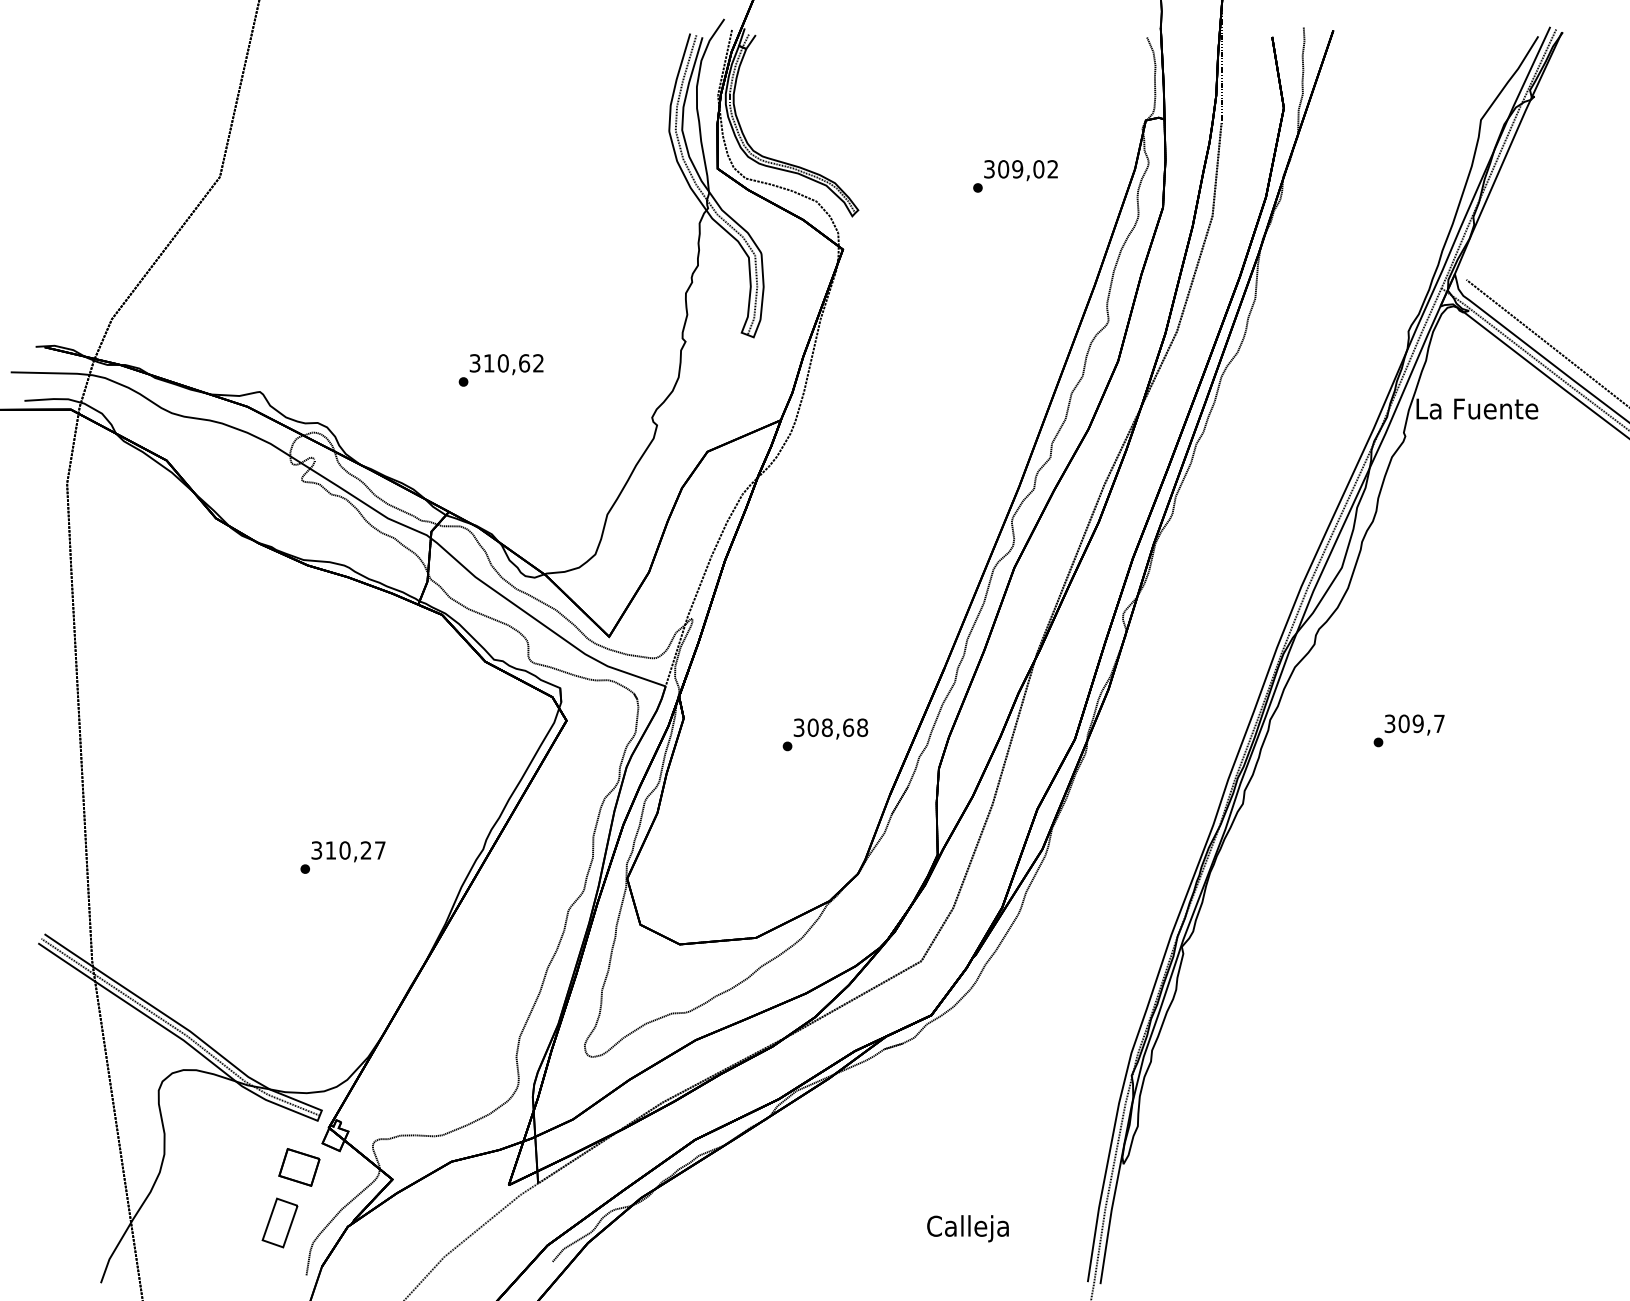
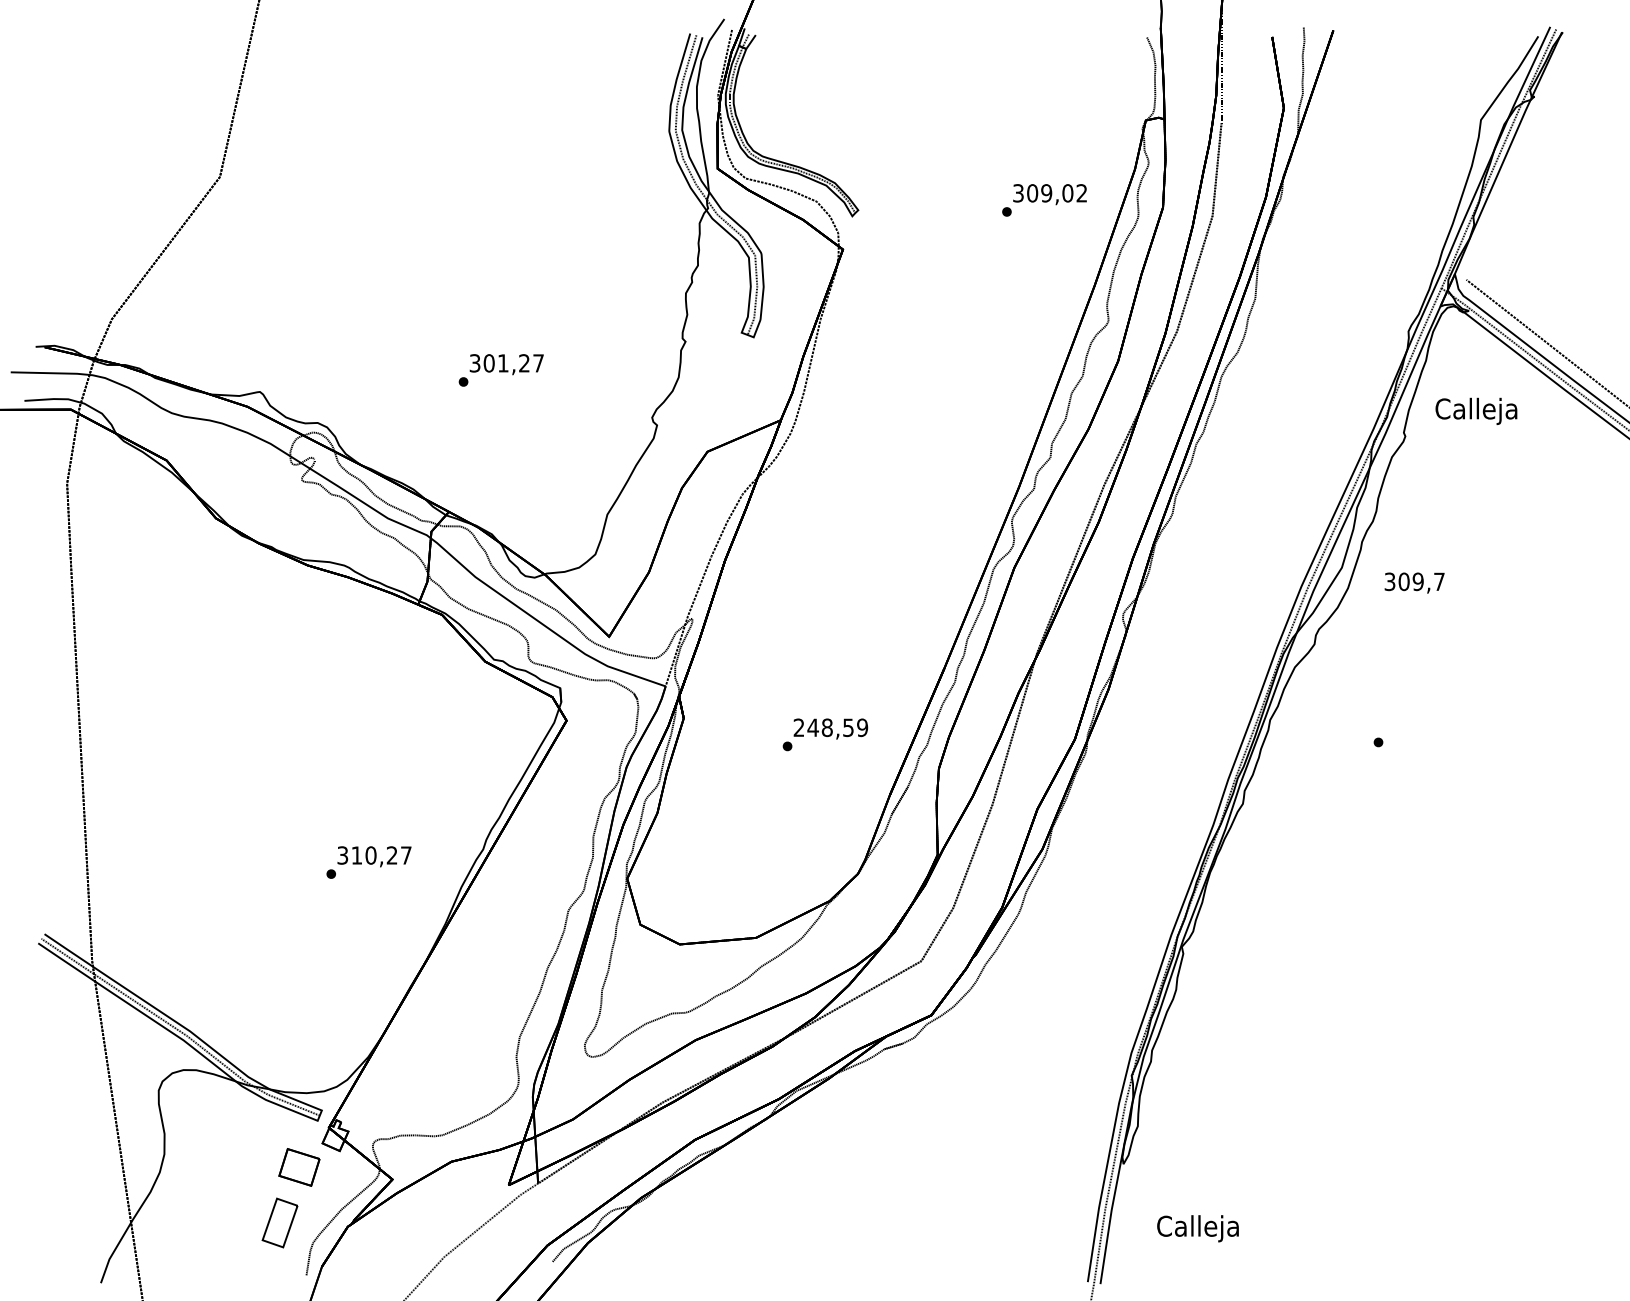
text at (1015, 176) position: (1015, 176) -> (1044, 200)
text at (513, 363): 310,62 -> 301,27
text at (1477, 411): La Fuente -> Calleja
text at (1414, 724) position: (1414, 724) -> (1414, 582)
text at (830, 727): 308,68 -> 248,59
text at (342, 857) position: (342, 857) -> (368, 862)
text at (967, 1228) position: (967, 1228) -> (1197, 1228)
